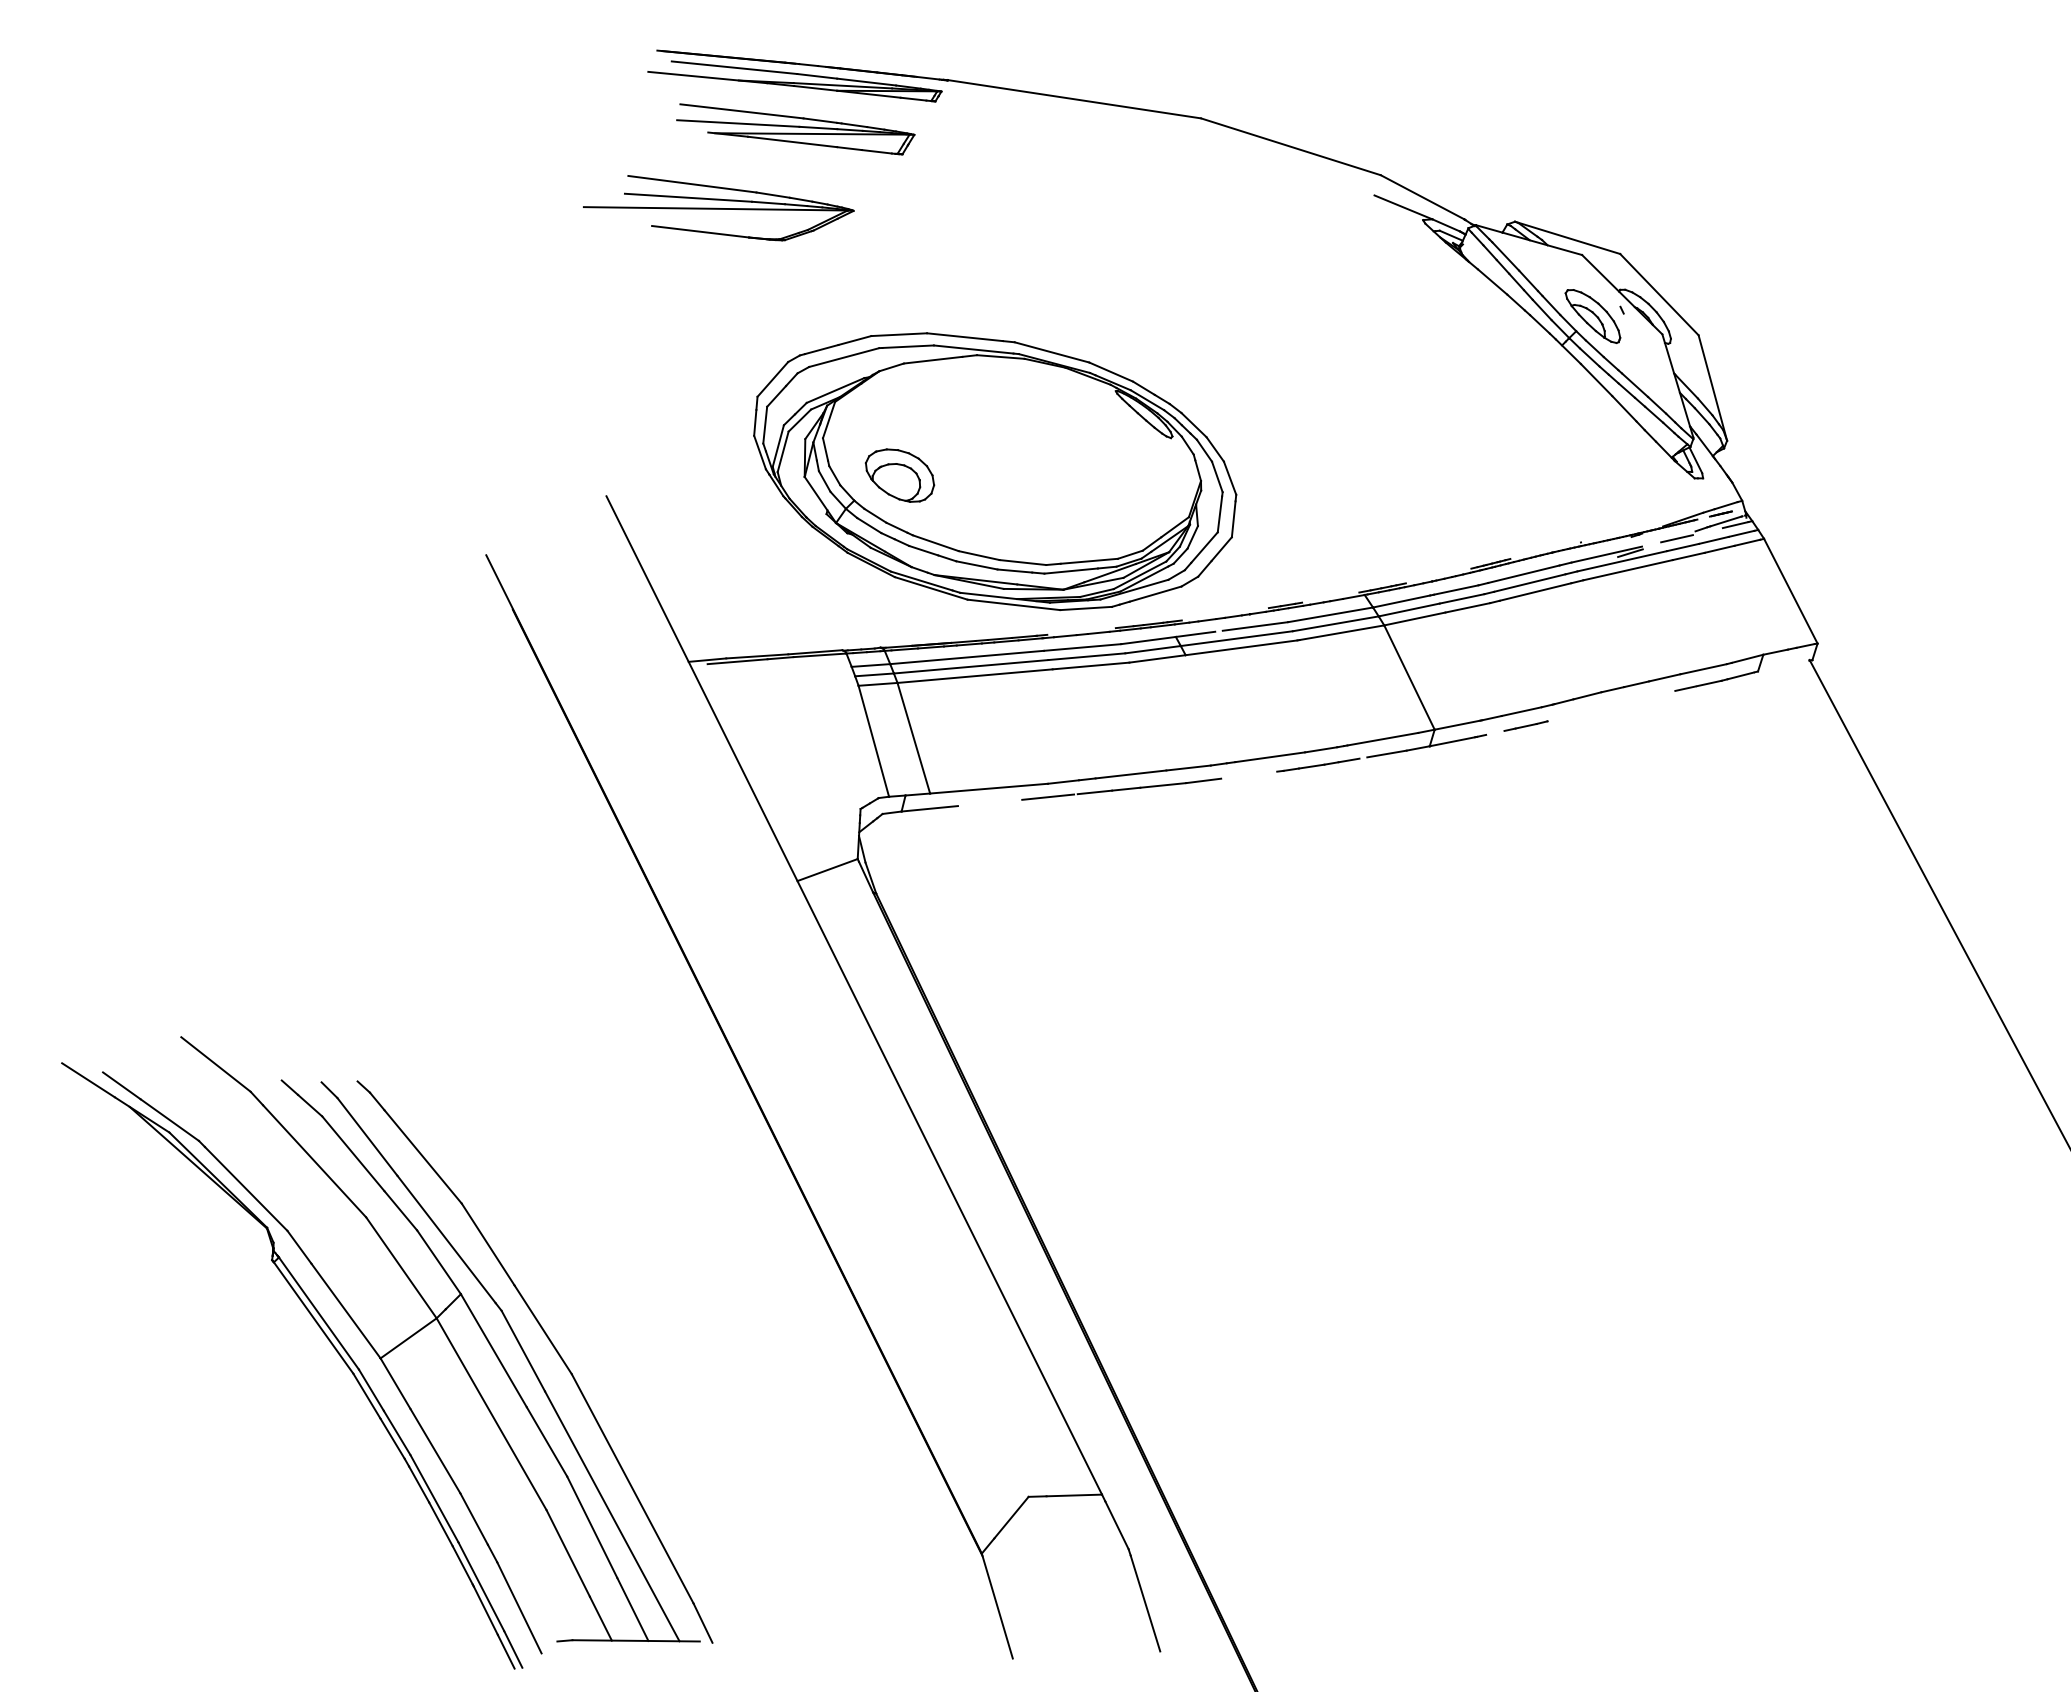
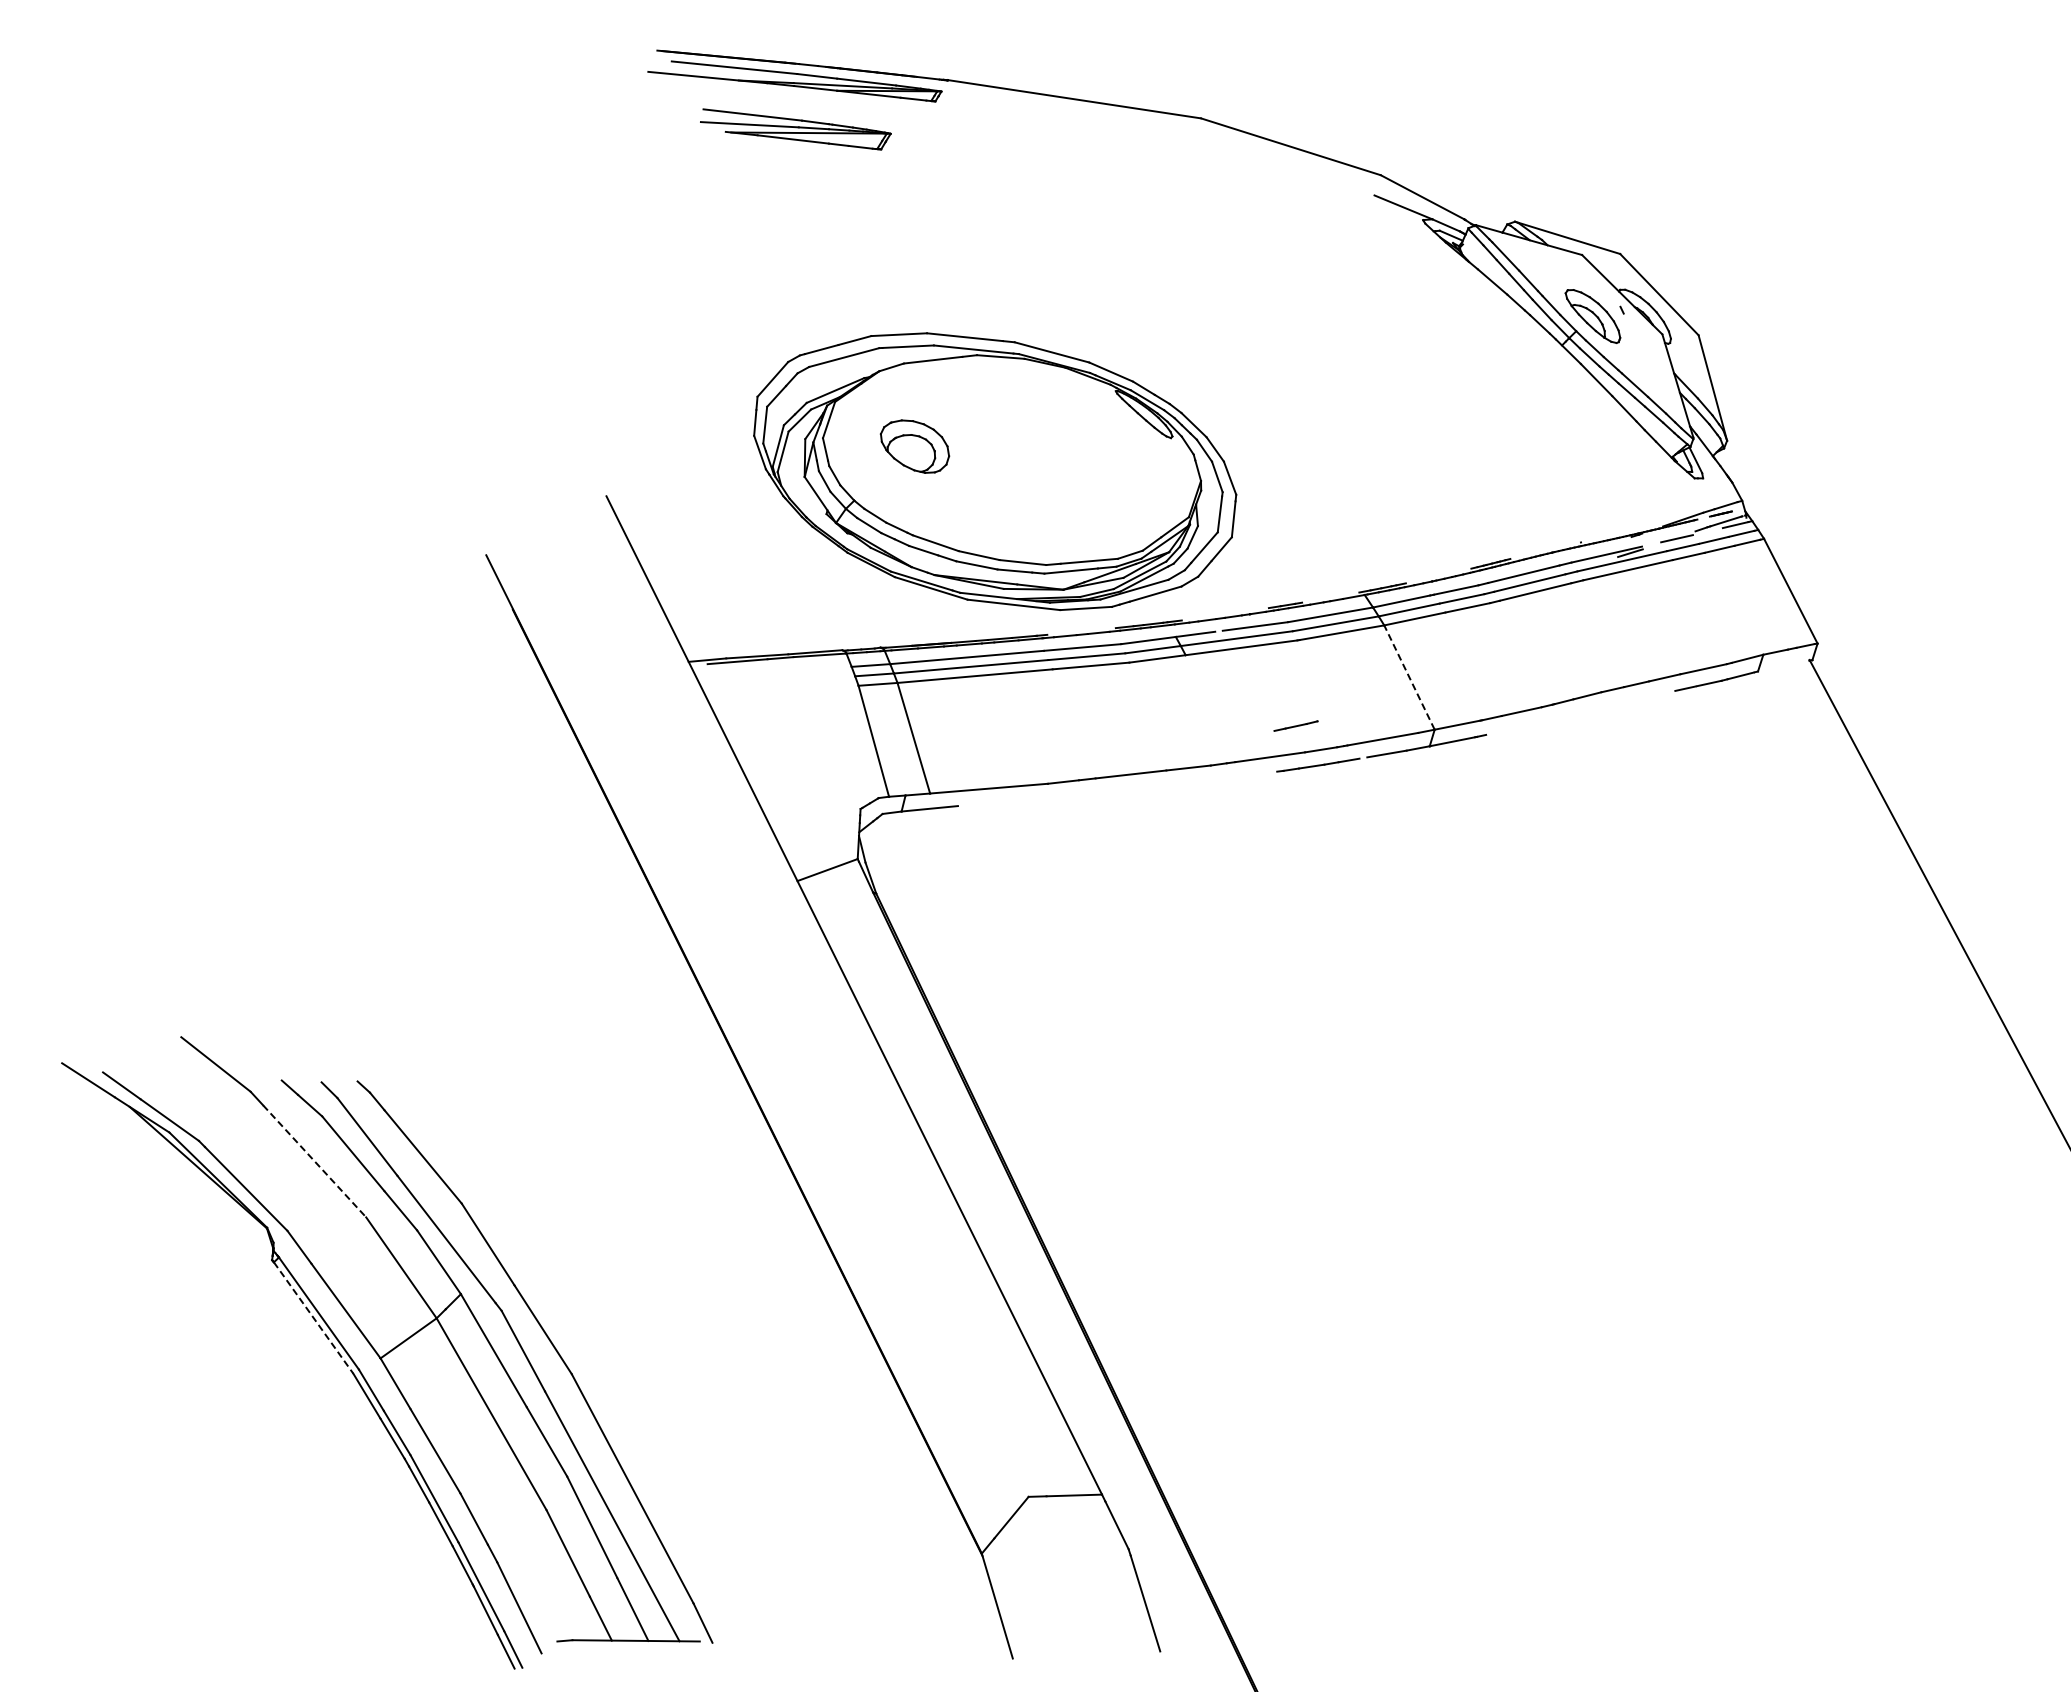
part at (795, 129) size: 240x53 px -> 192x43 px
part at (718, 208): present -> none
part at (899, 475) position: (899, 475) -> (914, 446)
line at (1409, 677): solid -> dashed
line at (1525, 725) position: (1525, 725) -> (1295, 725)
line at (1121, 788): present -> none
line at (315, 1161): solid -> dashed
line at (313, 1318): solid -> dashed
